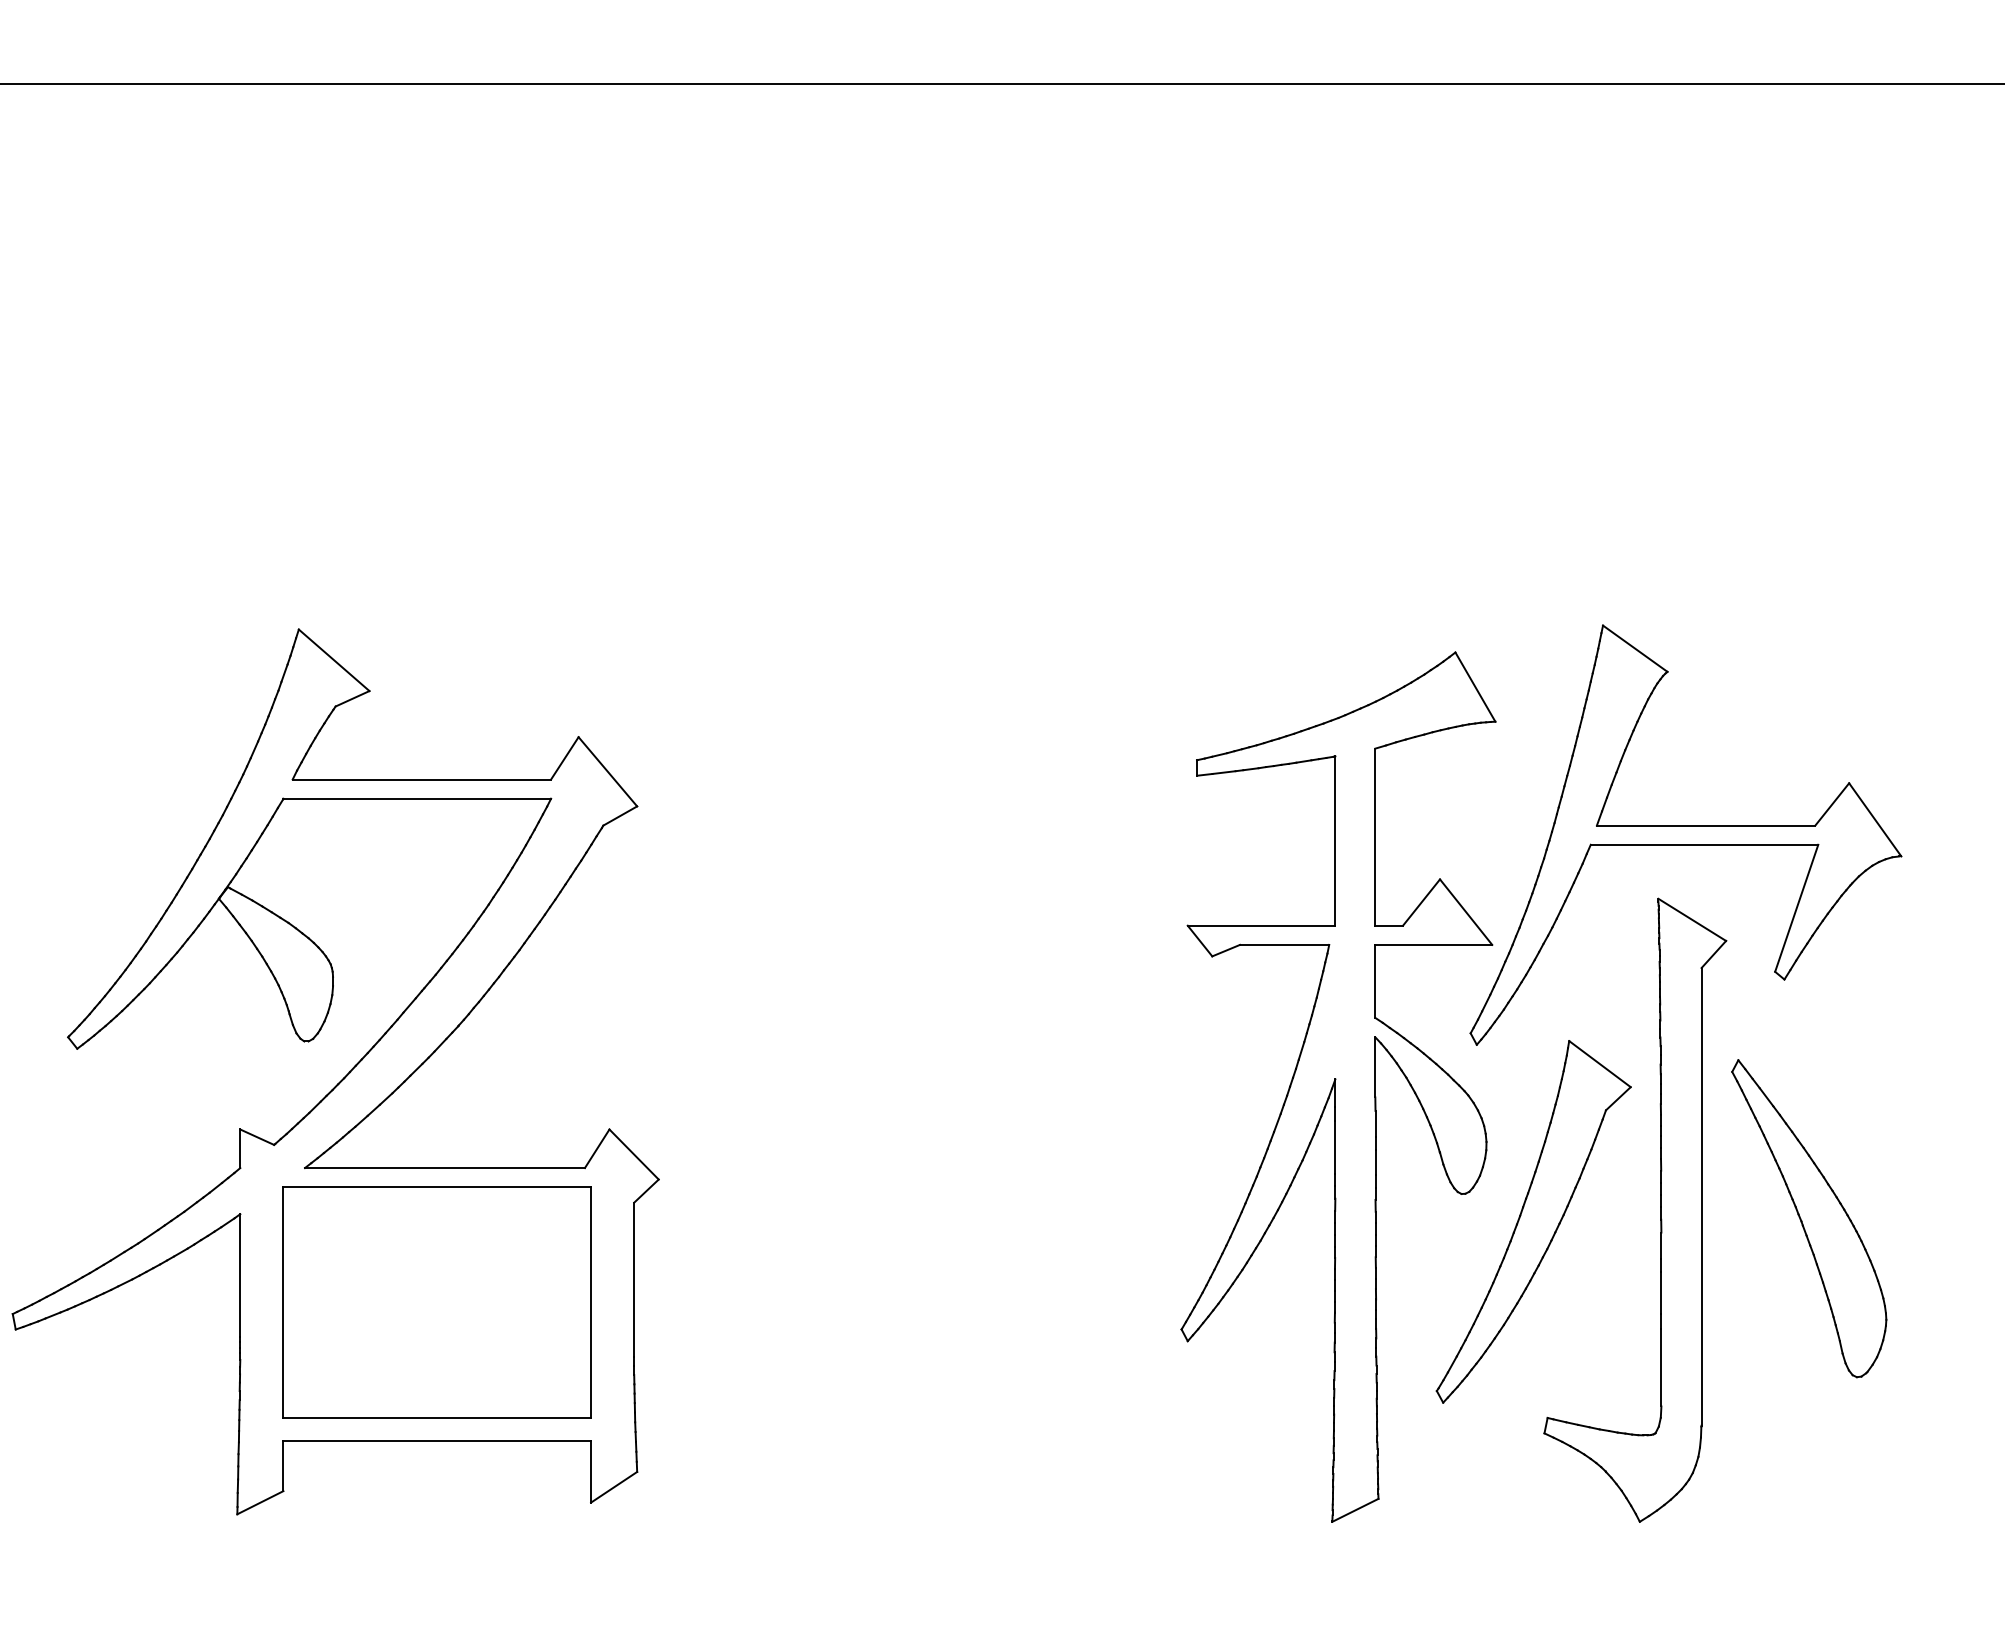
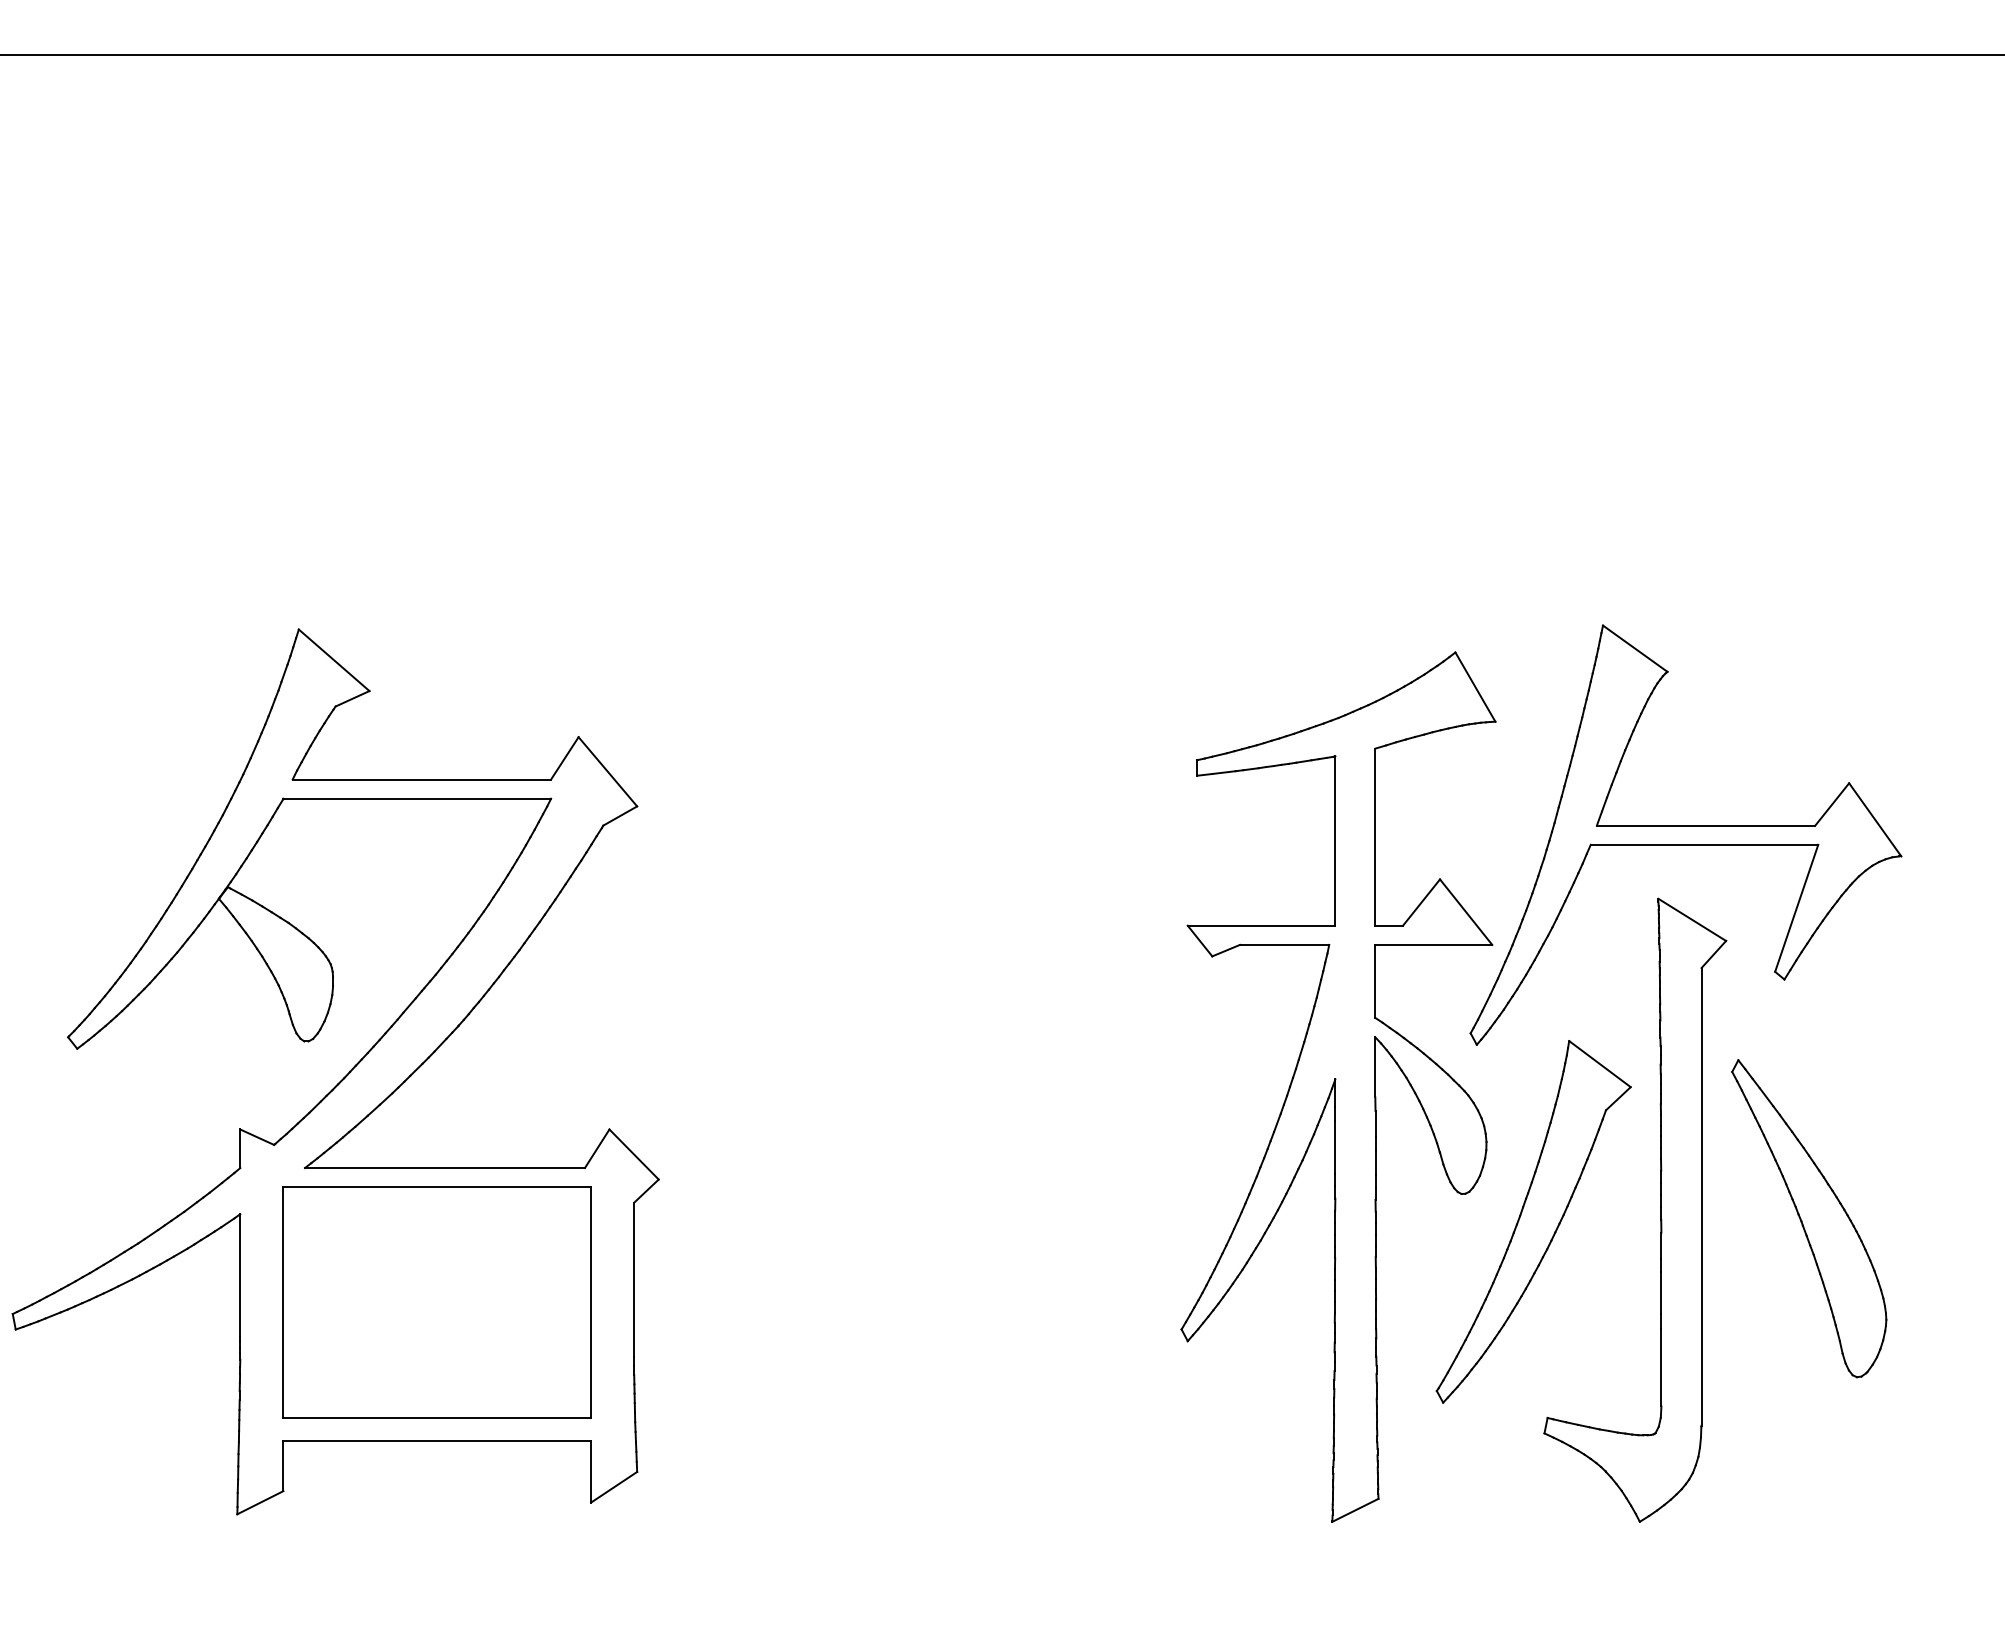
line at (1001, 84) position: (1001, 84) -> (1001, 55)
